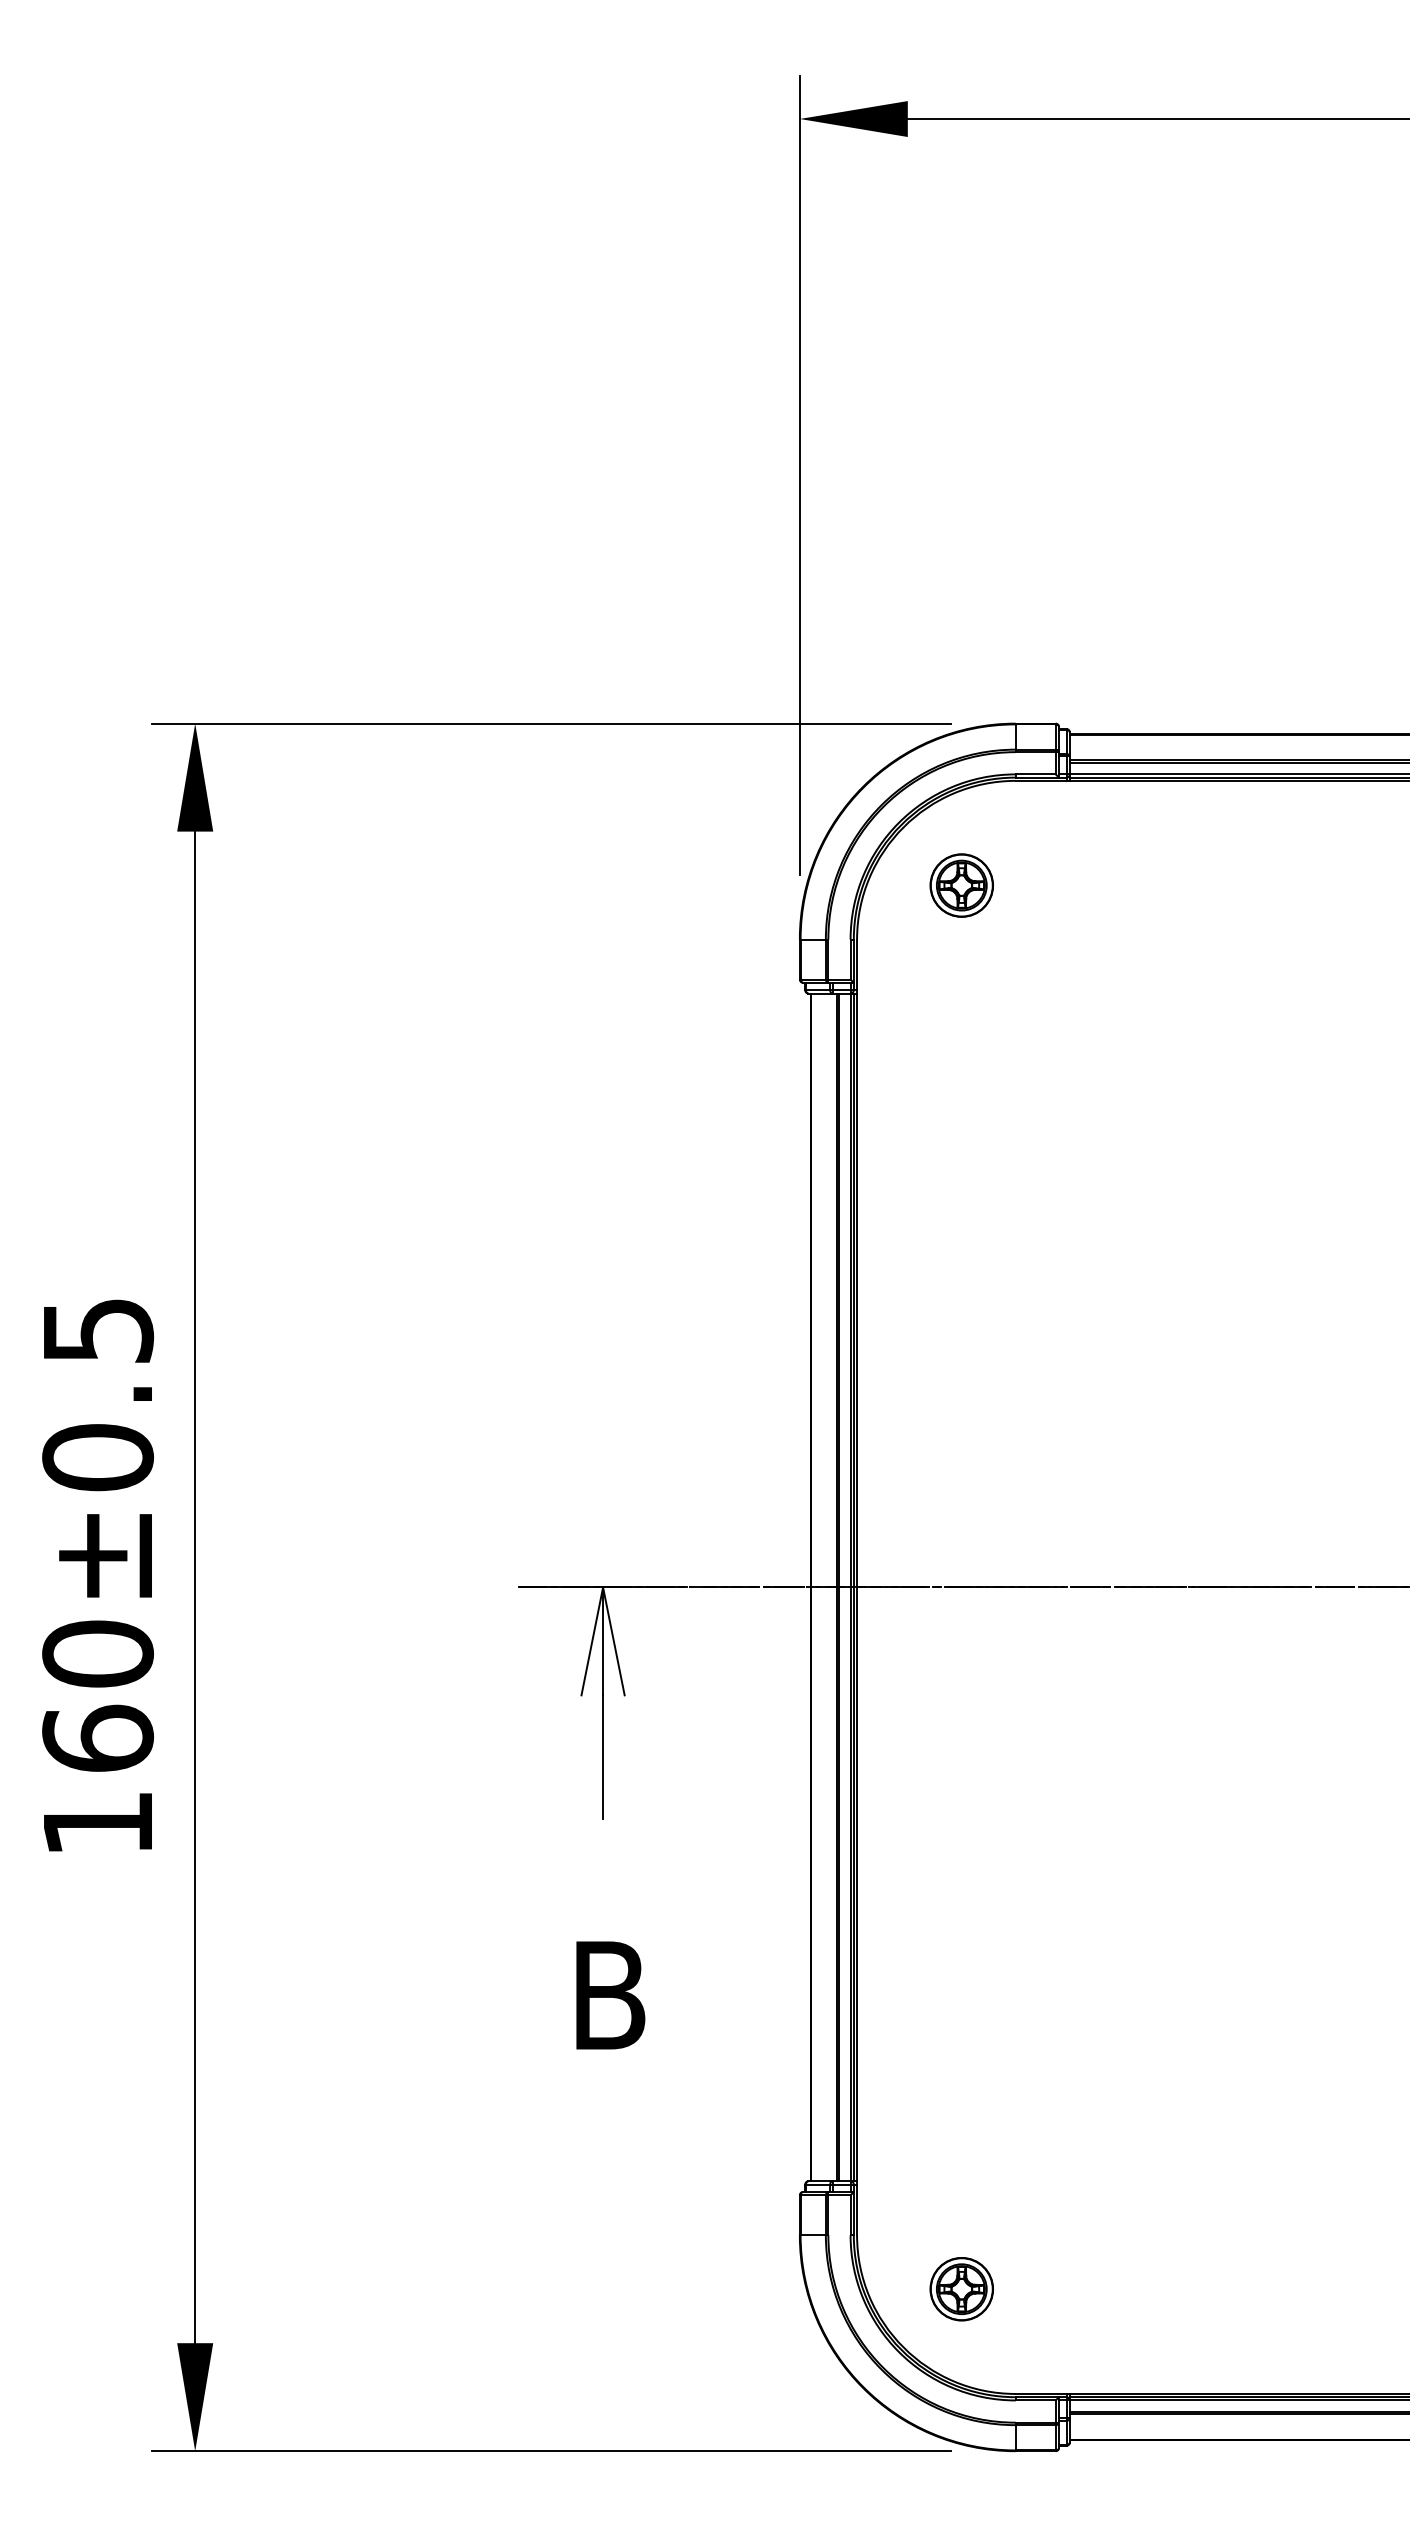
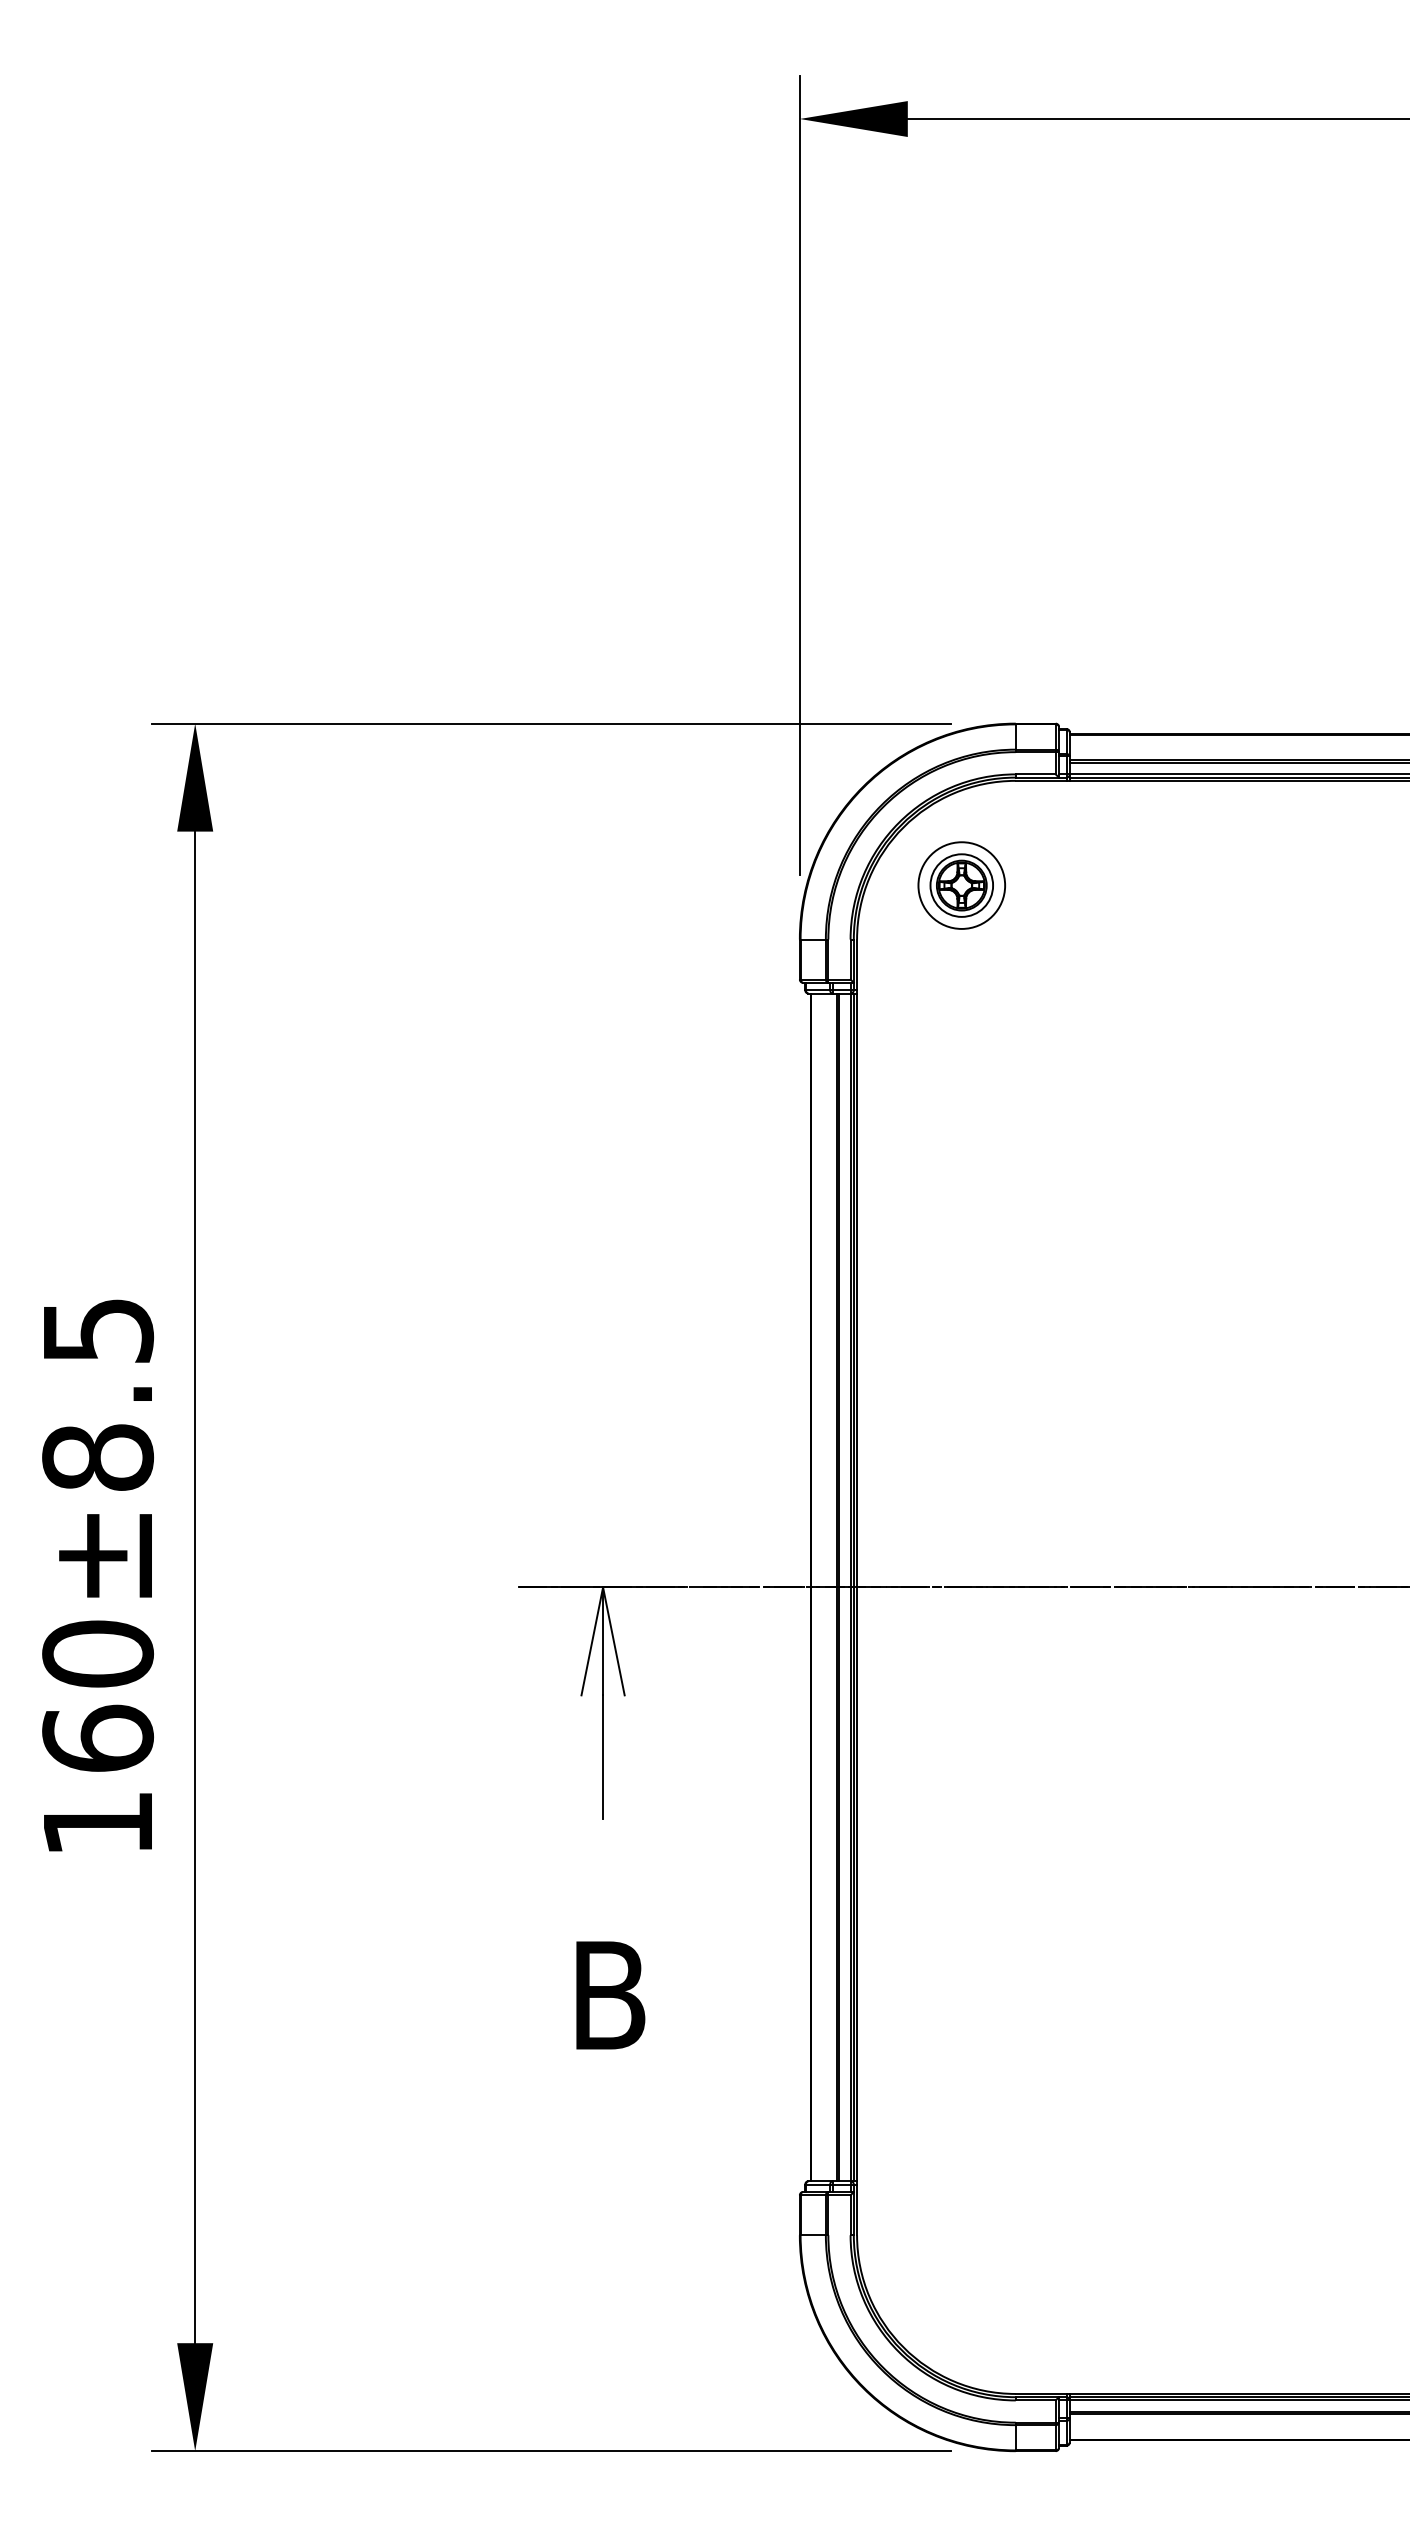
circle at (961, 885) diameter: 62 px -> 87 px
text at (97, 1457): 160±0.5 -> 160±8.5
part at (961, 2289): present -> none
